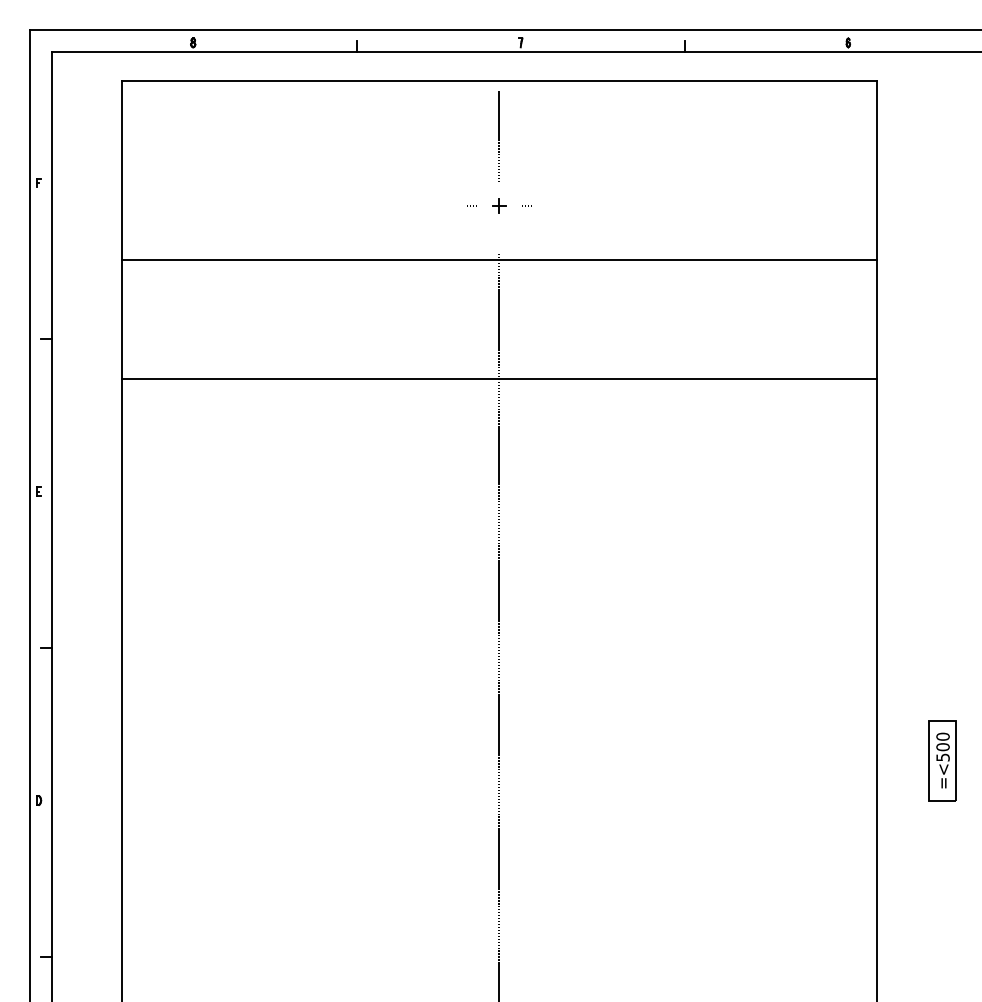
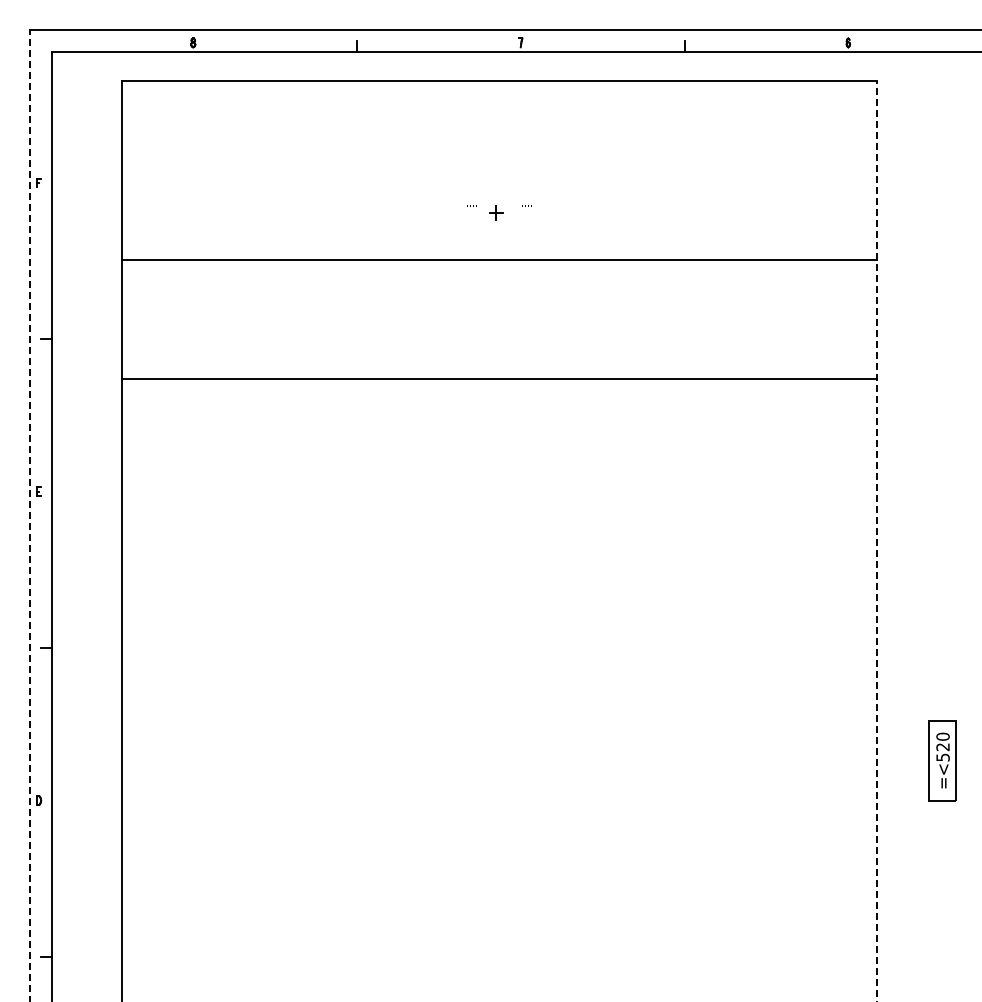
line at (498, 136): present -> none
part at (499, 205) position: (499, 205) -> (496, 212)
line at (29, 515): solid -> dashed
line at (876, 540): solid -> dashed
line at (499, 625): present -> none
text at (942, 747): =<500 -> =<520
